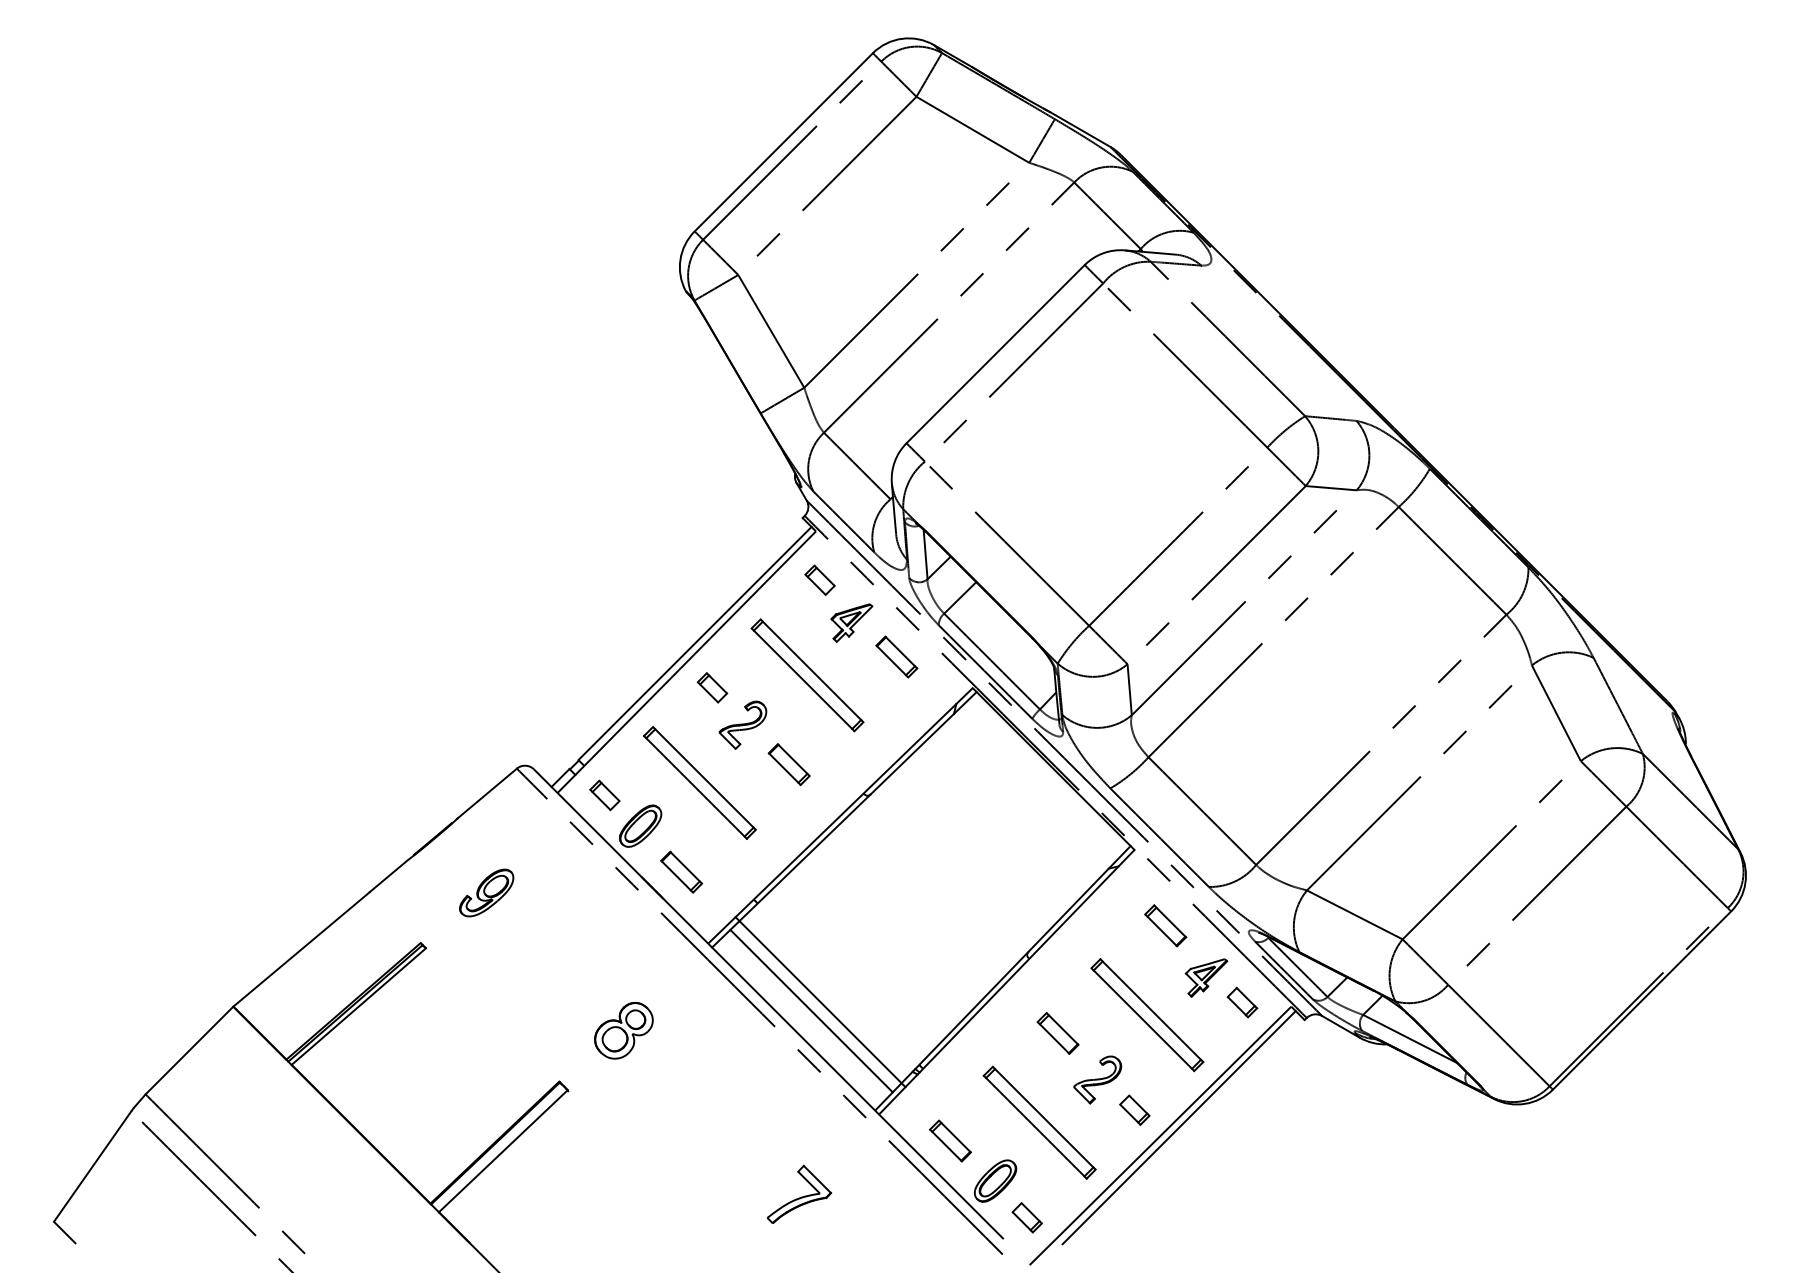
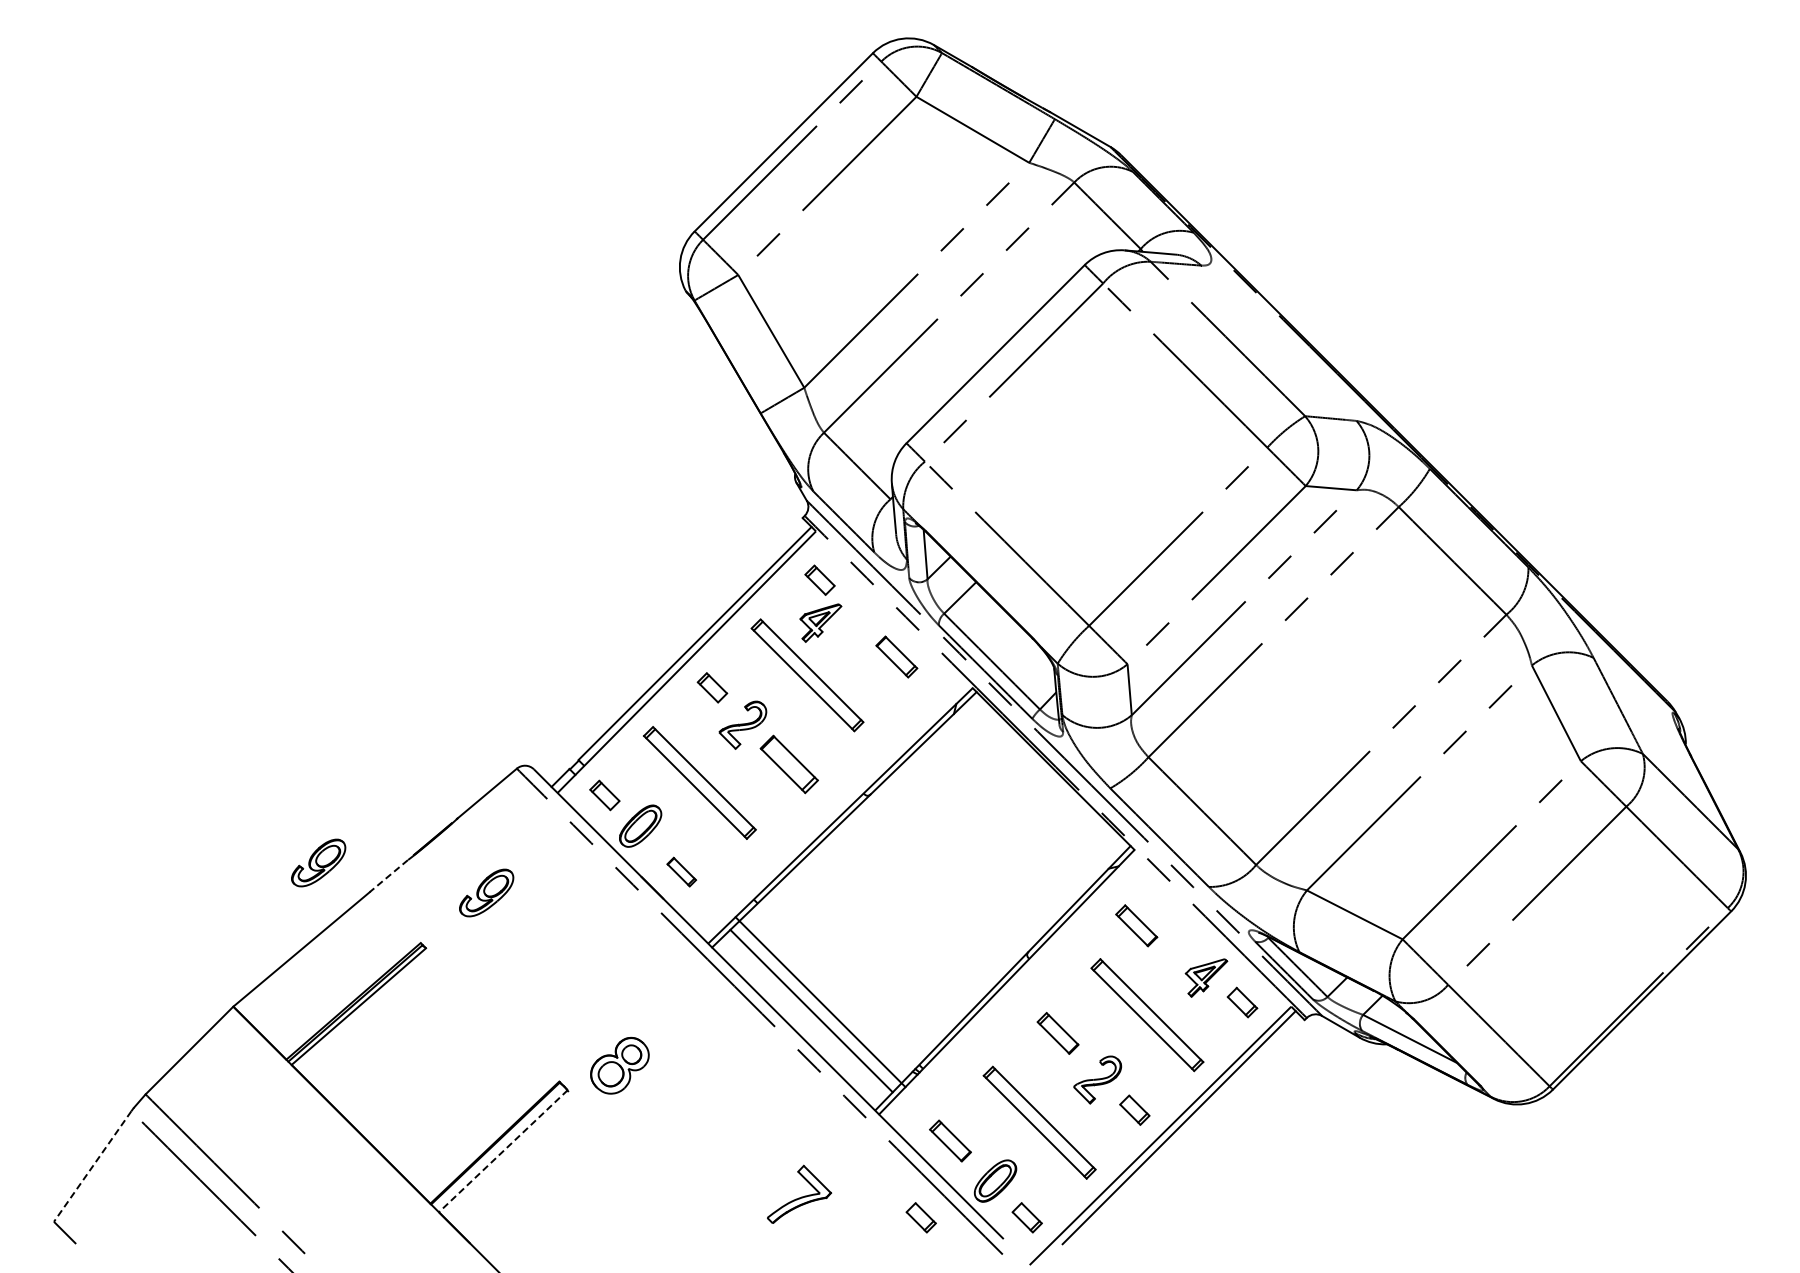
part at (851, 622) position: (851, 622) -> (820, 622)
part at (788, 764) size: 44x44 px -> 60x61 px
part at (318, 862): none -> present
part at (681, 871) size: 44x44 px -> 32x32 px
line at (388, 876): solid -> dashed
part at (1165, 925) position: (1165, 925) -> (1136, 925)
part at (623, 1030) position: (623, 1030) -> (619, 1065)
line at (503, 1151): solid -> dashed
line at (92, 1166): solid -> dashed
part at (920, 1217): none -> present
